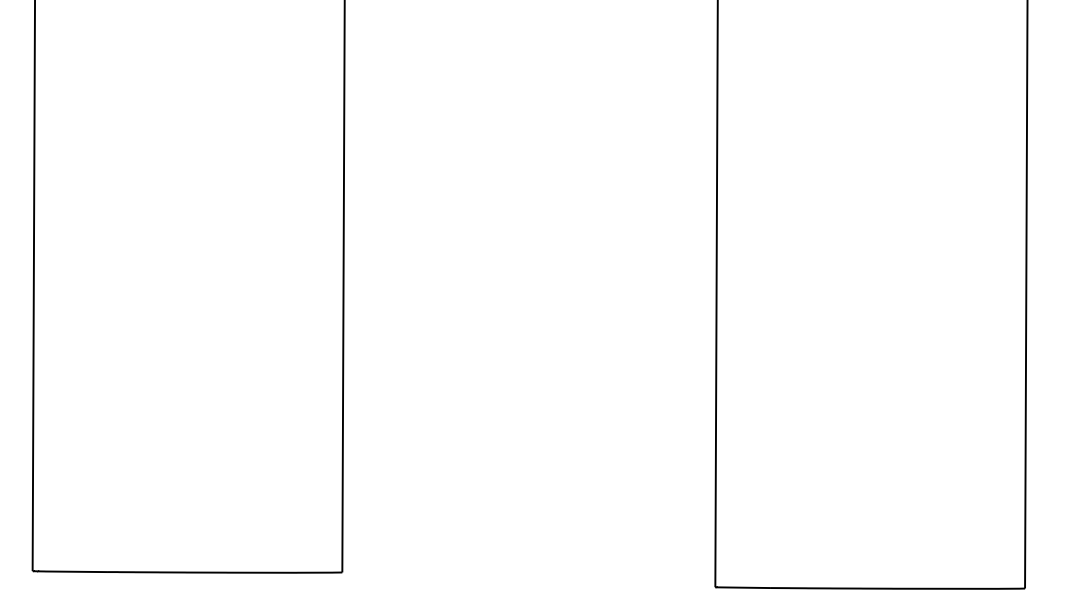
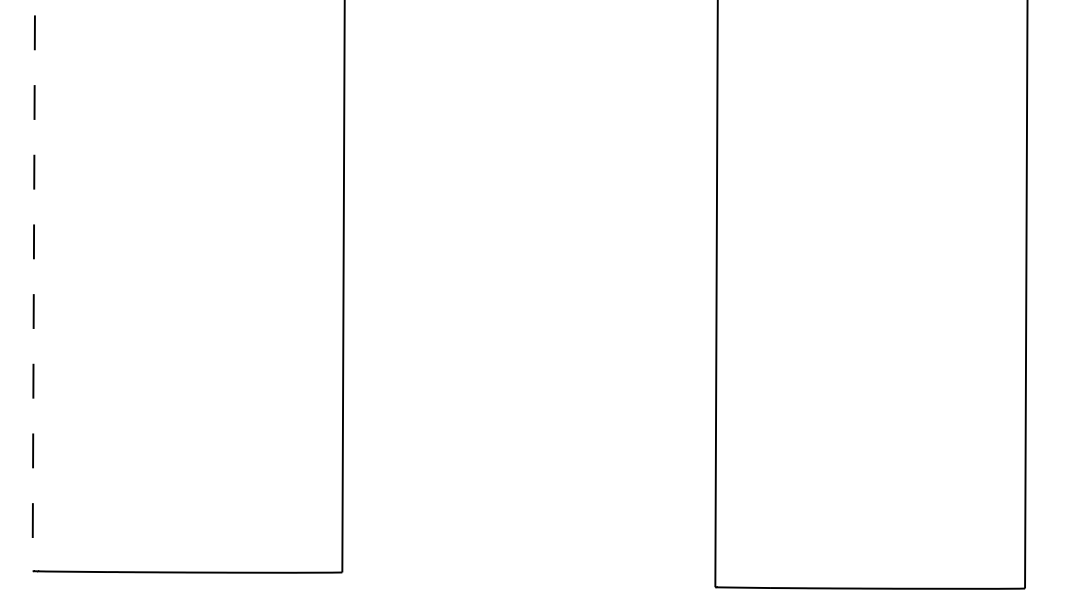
line at (33, 286): solid -> dashed
